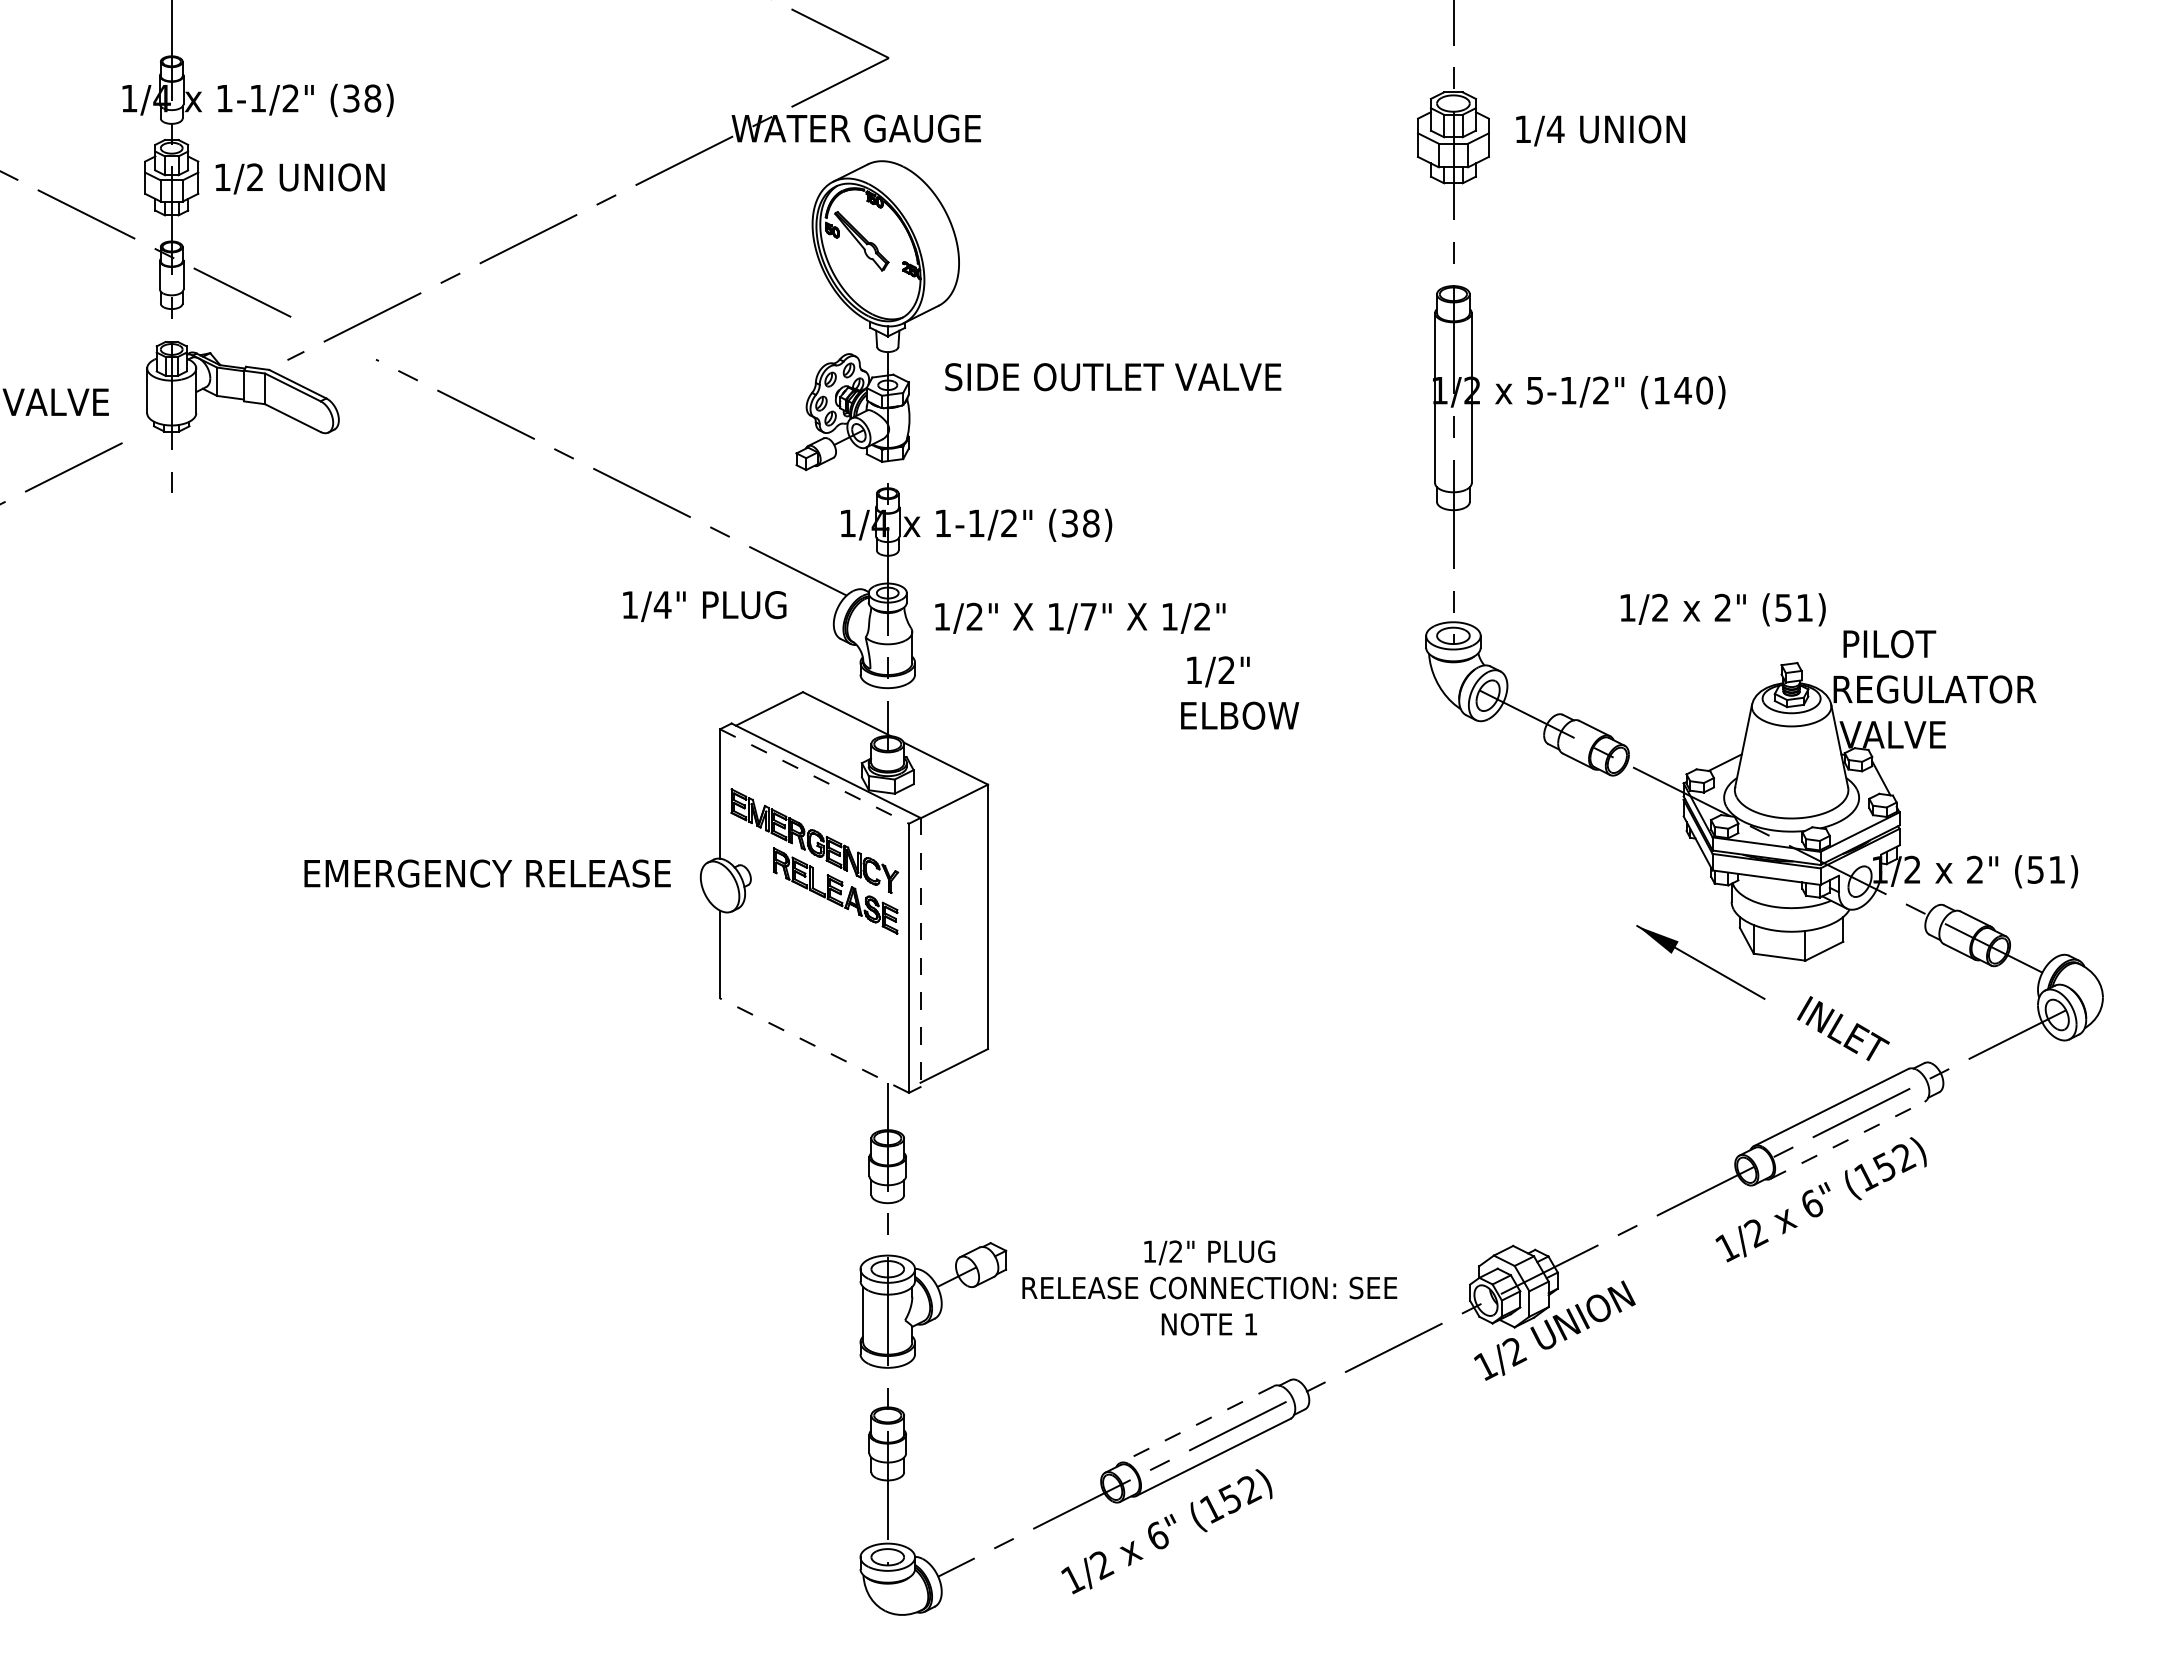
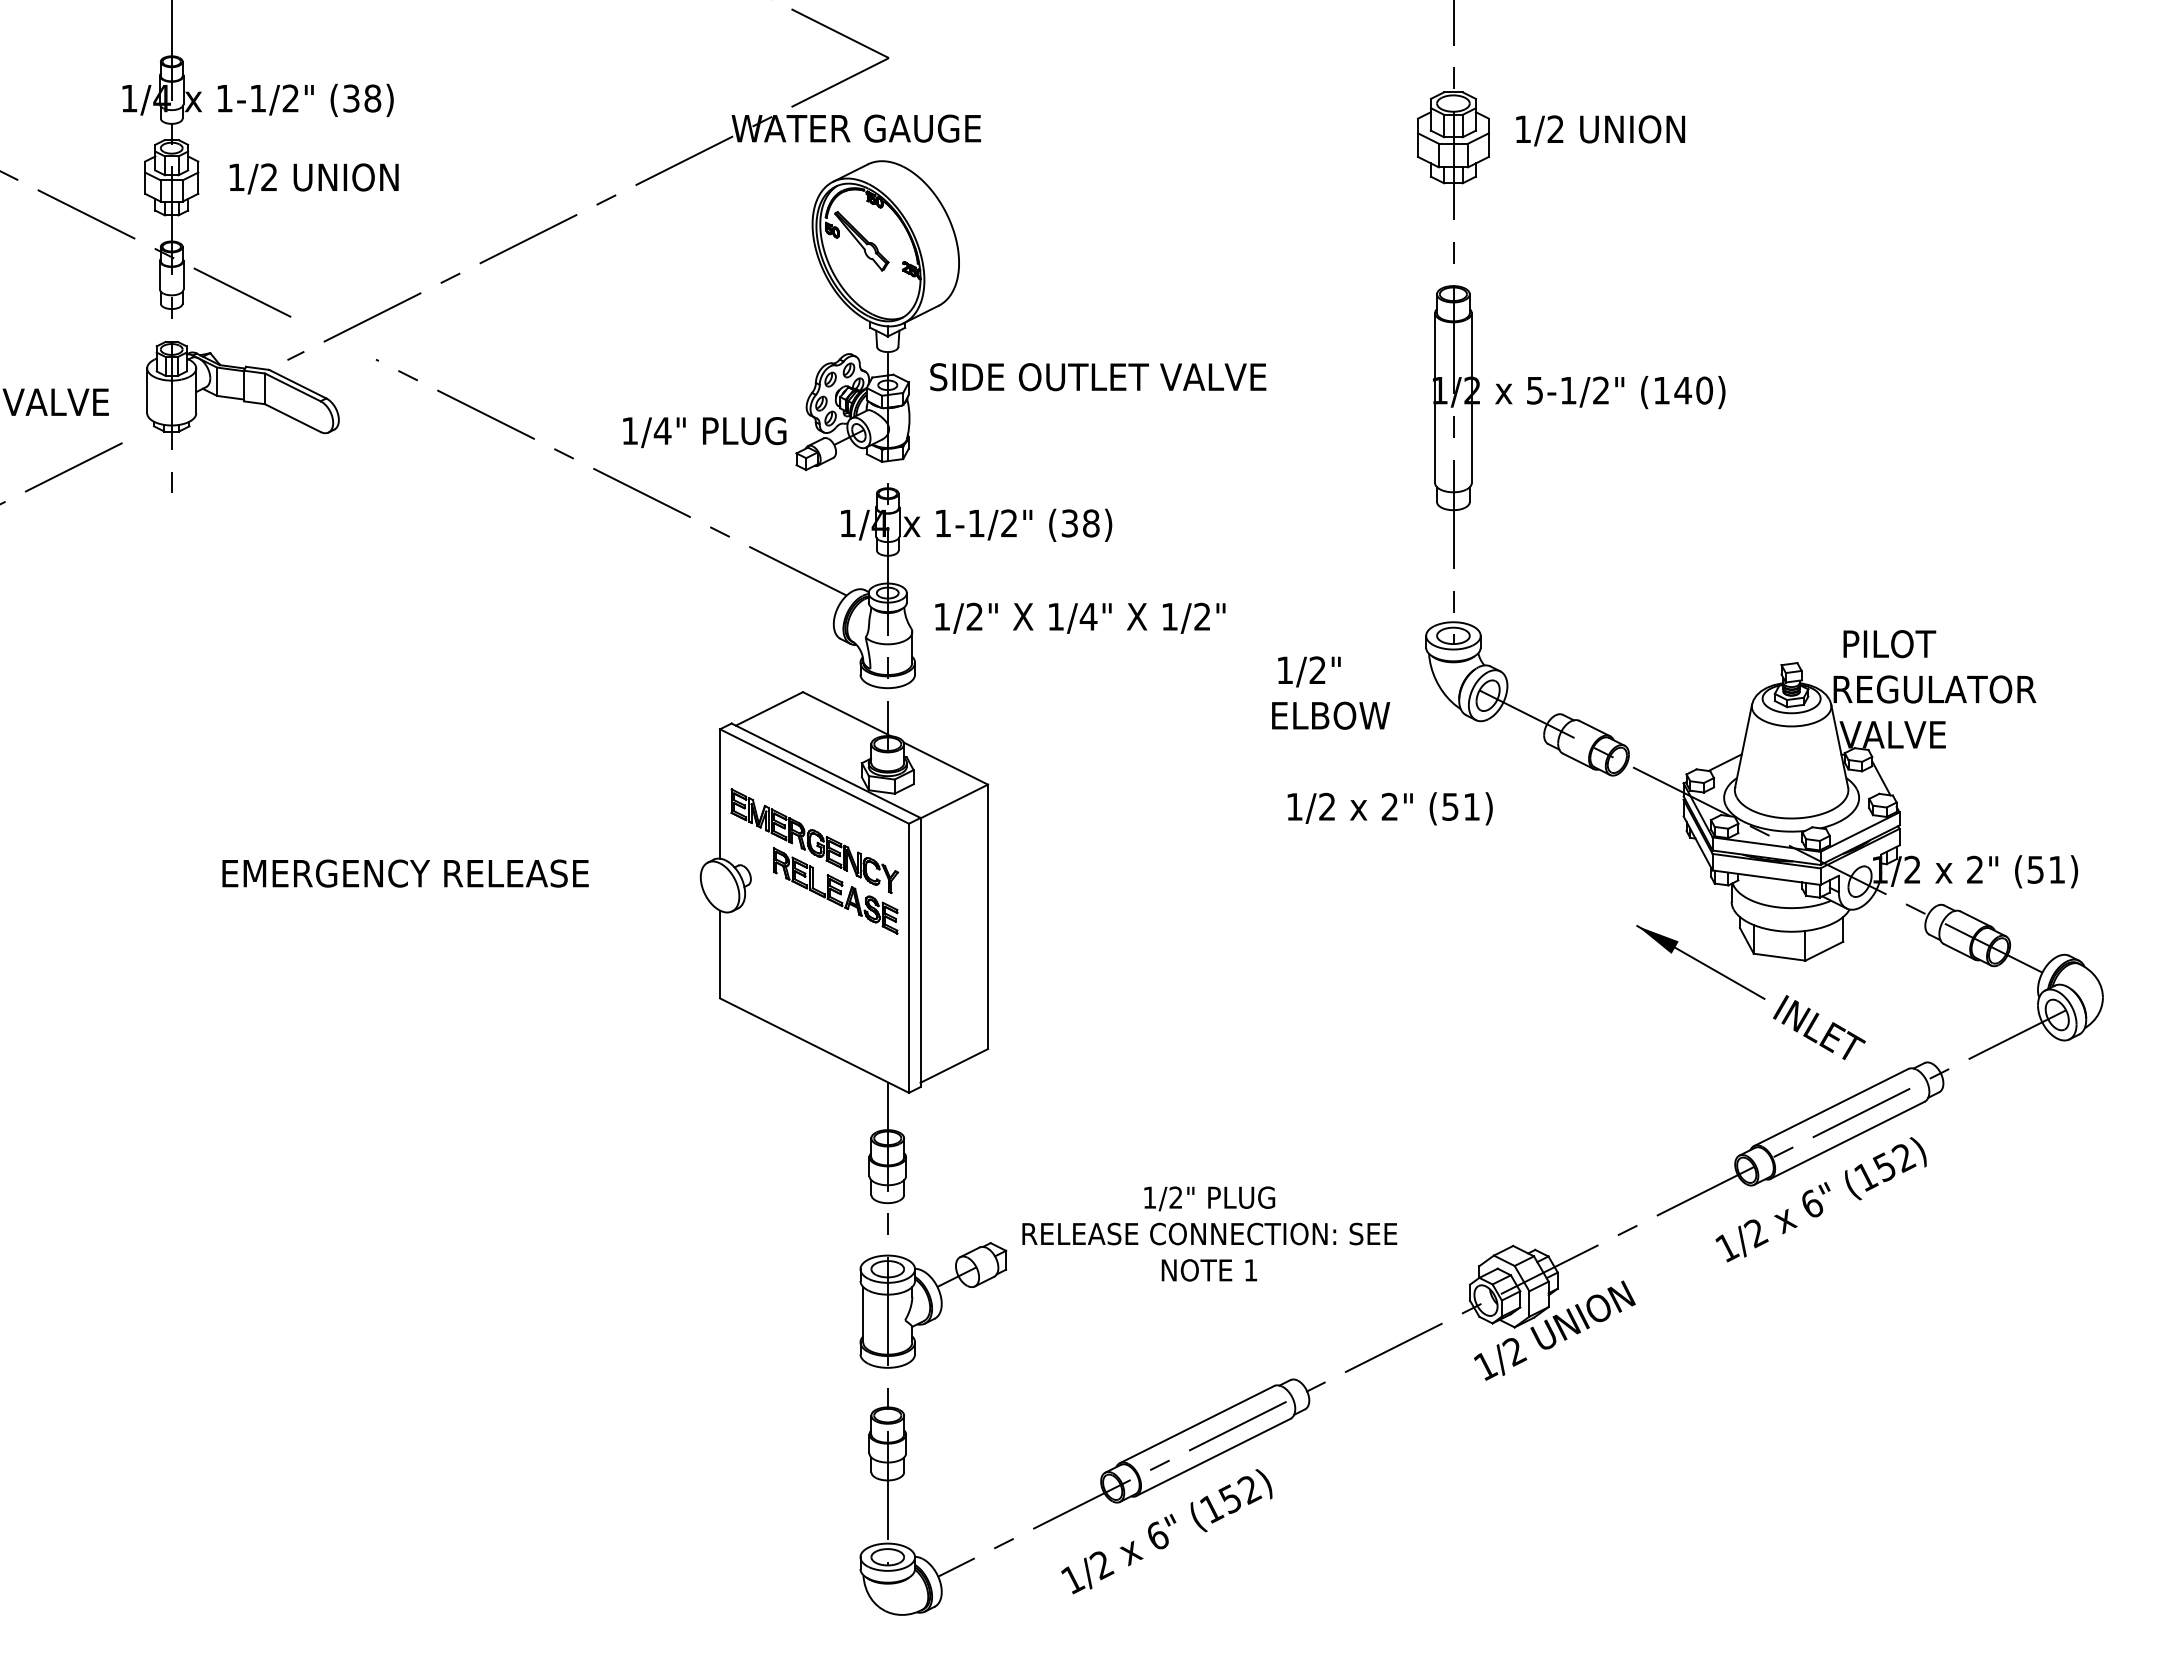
text at (1555, 128): 1/4 -> 1/2
text at (299, 178) position: (299, 178) -> (313, 178)
text at (1113, 377) position: (1113, 377) -> (1098, 377)
text at (704, 606) position: (704, 606) -> (704, 432)
text at (1722, 609) position: (1722, 609) -> (1389, 808)
text at (1088, 616): 1/7" -> 1/4"
text at (1240, 692) position: (1240, 692) -> (1331, 692)
line at (814, 776): dashed -> solid
text at (487, 873) position: (487, 873) -> (405, 873)
line at (920, 952): dashed -> solid
text at (1843, 1028) position: (1843, 1028) -> (1819, 1027)
line at (814, 1045): dashed -> solid
line at (1847, 1140): dashed -> solid
text at (1209, 1287) position: (1209, 1287) -> (1209, 1233)
line at (1196, 1424): dashed -> solid
